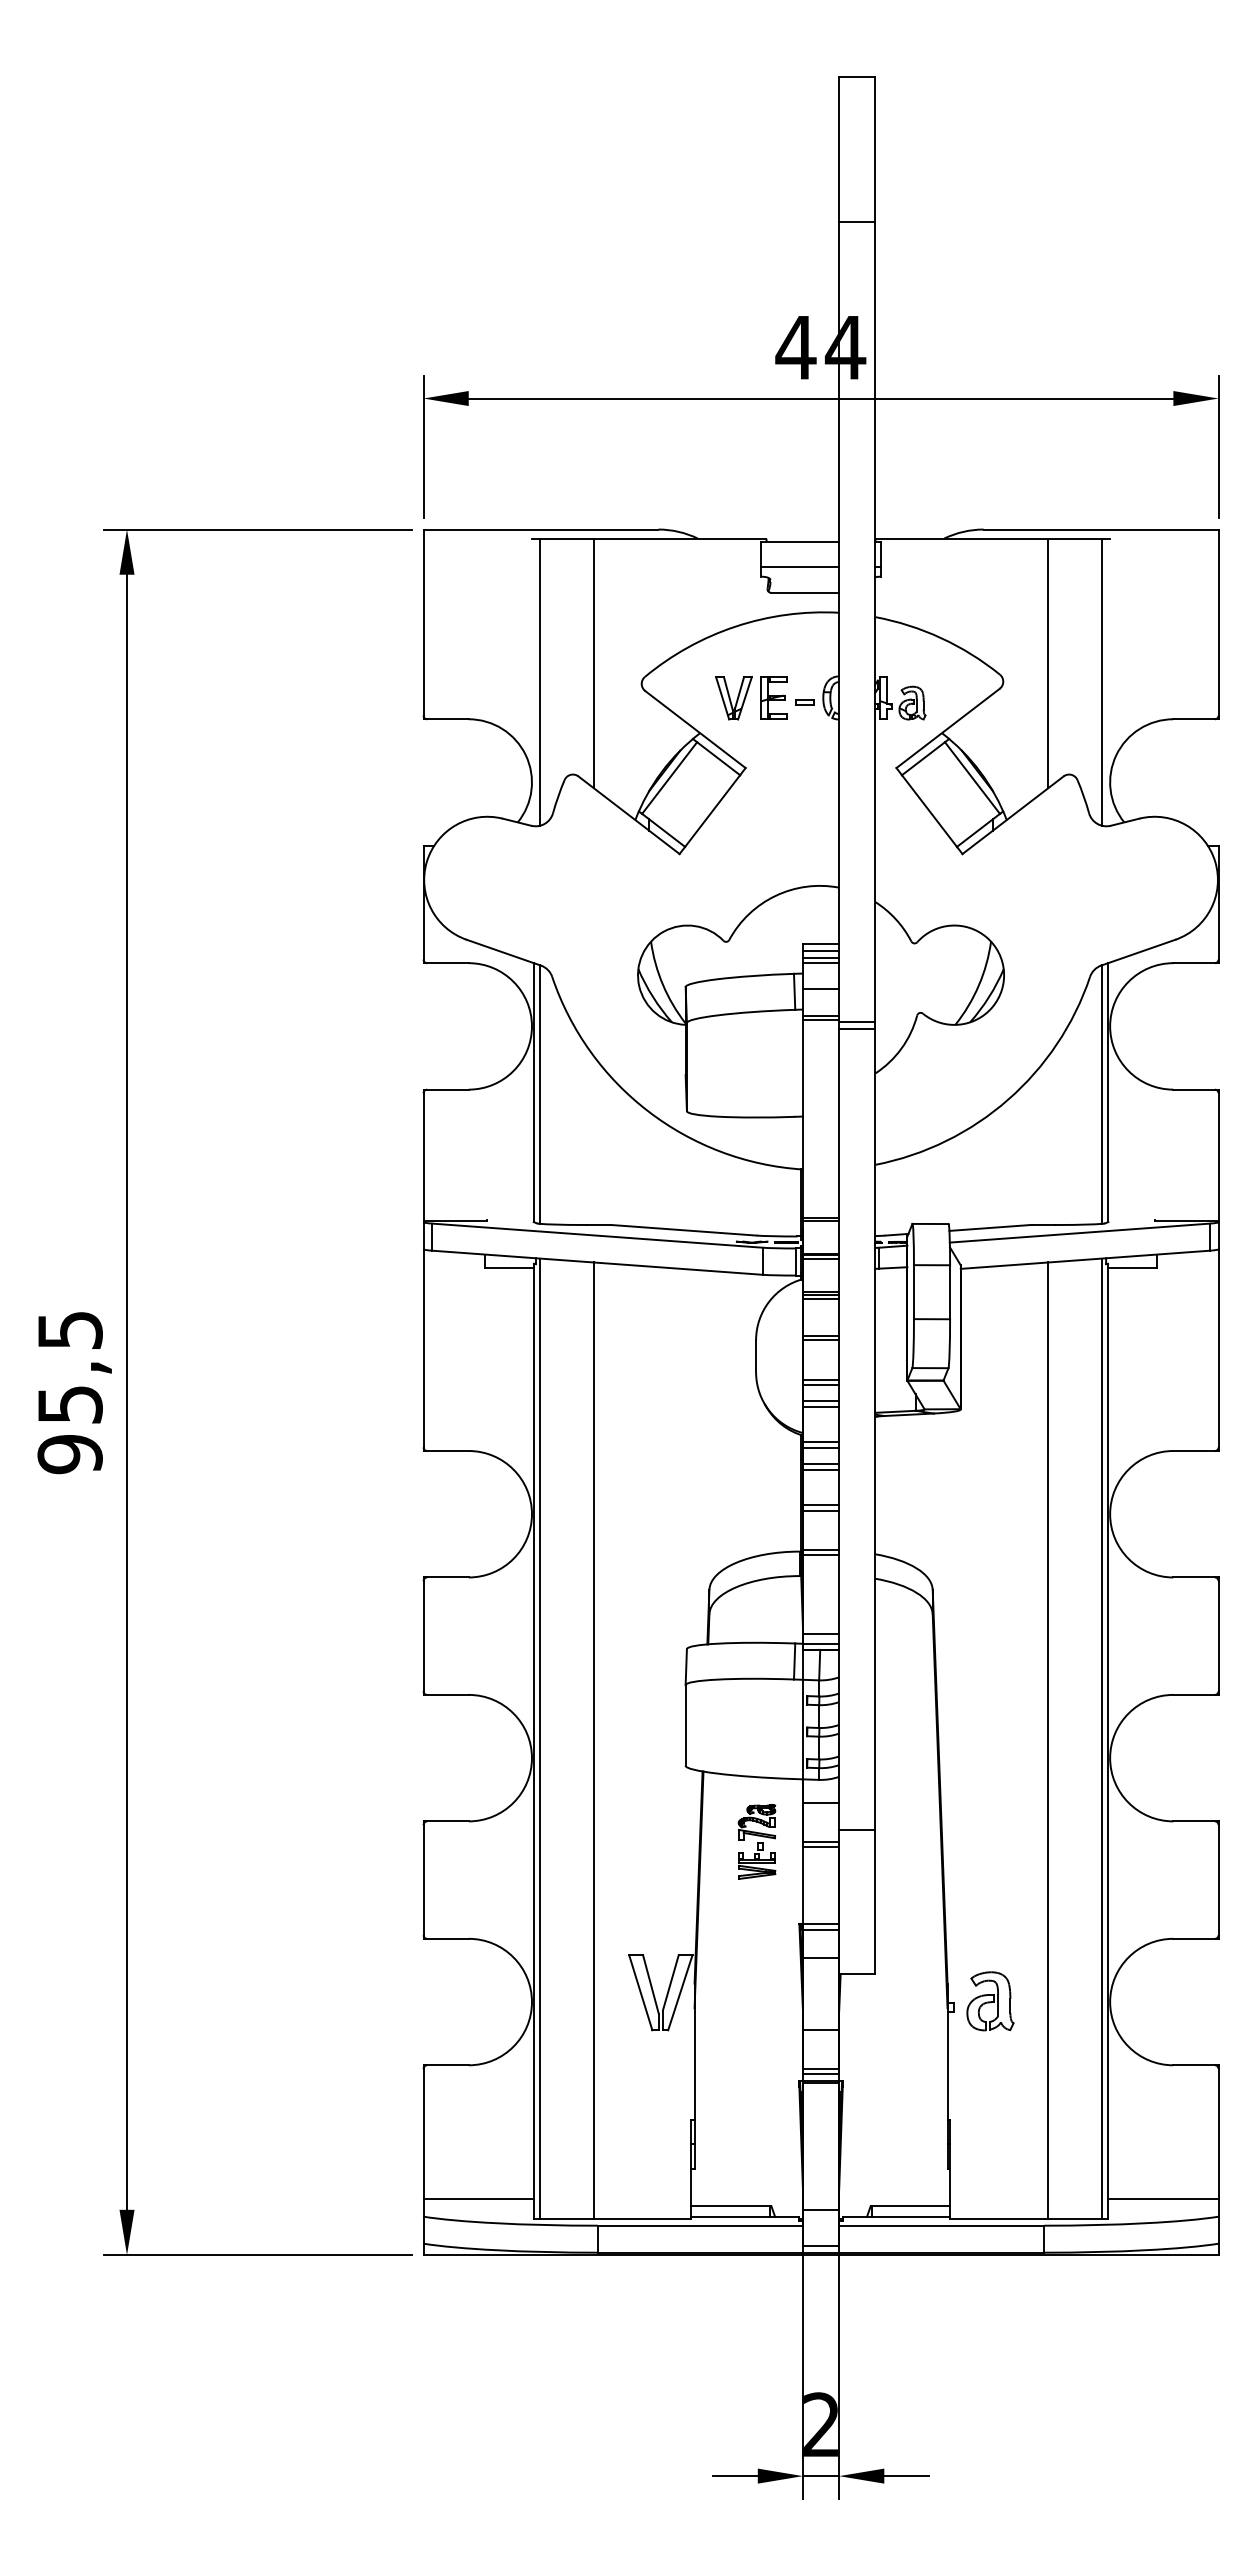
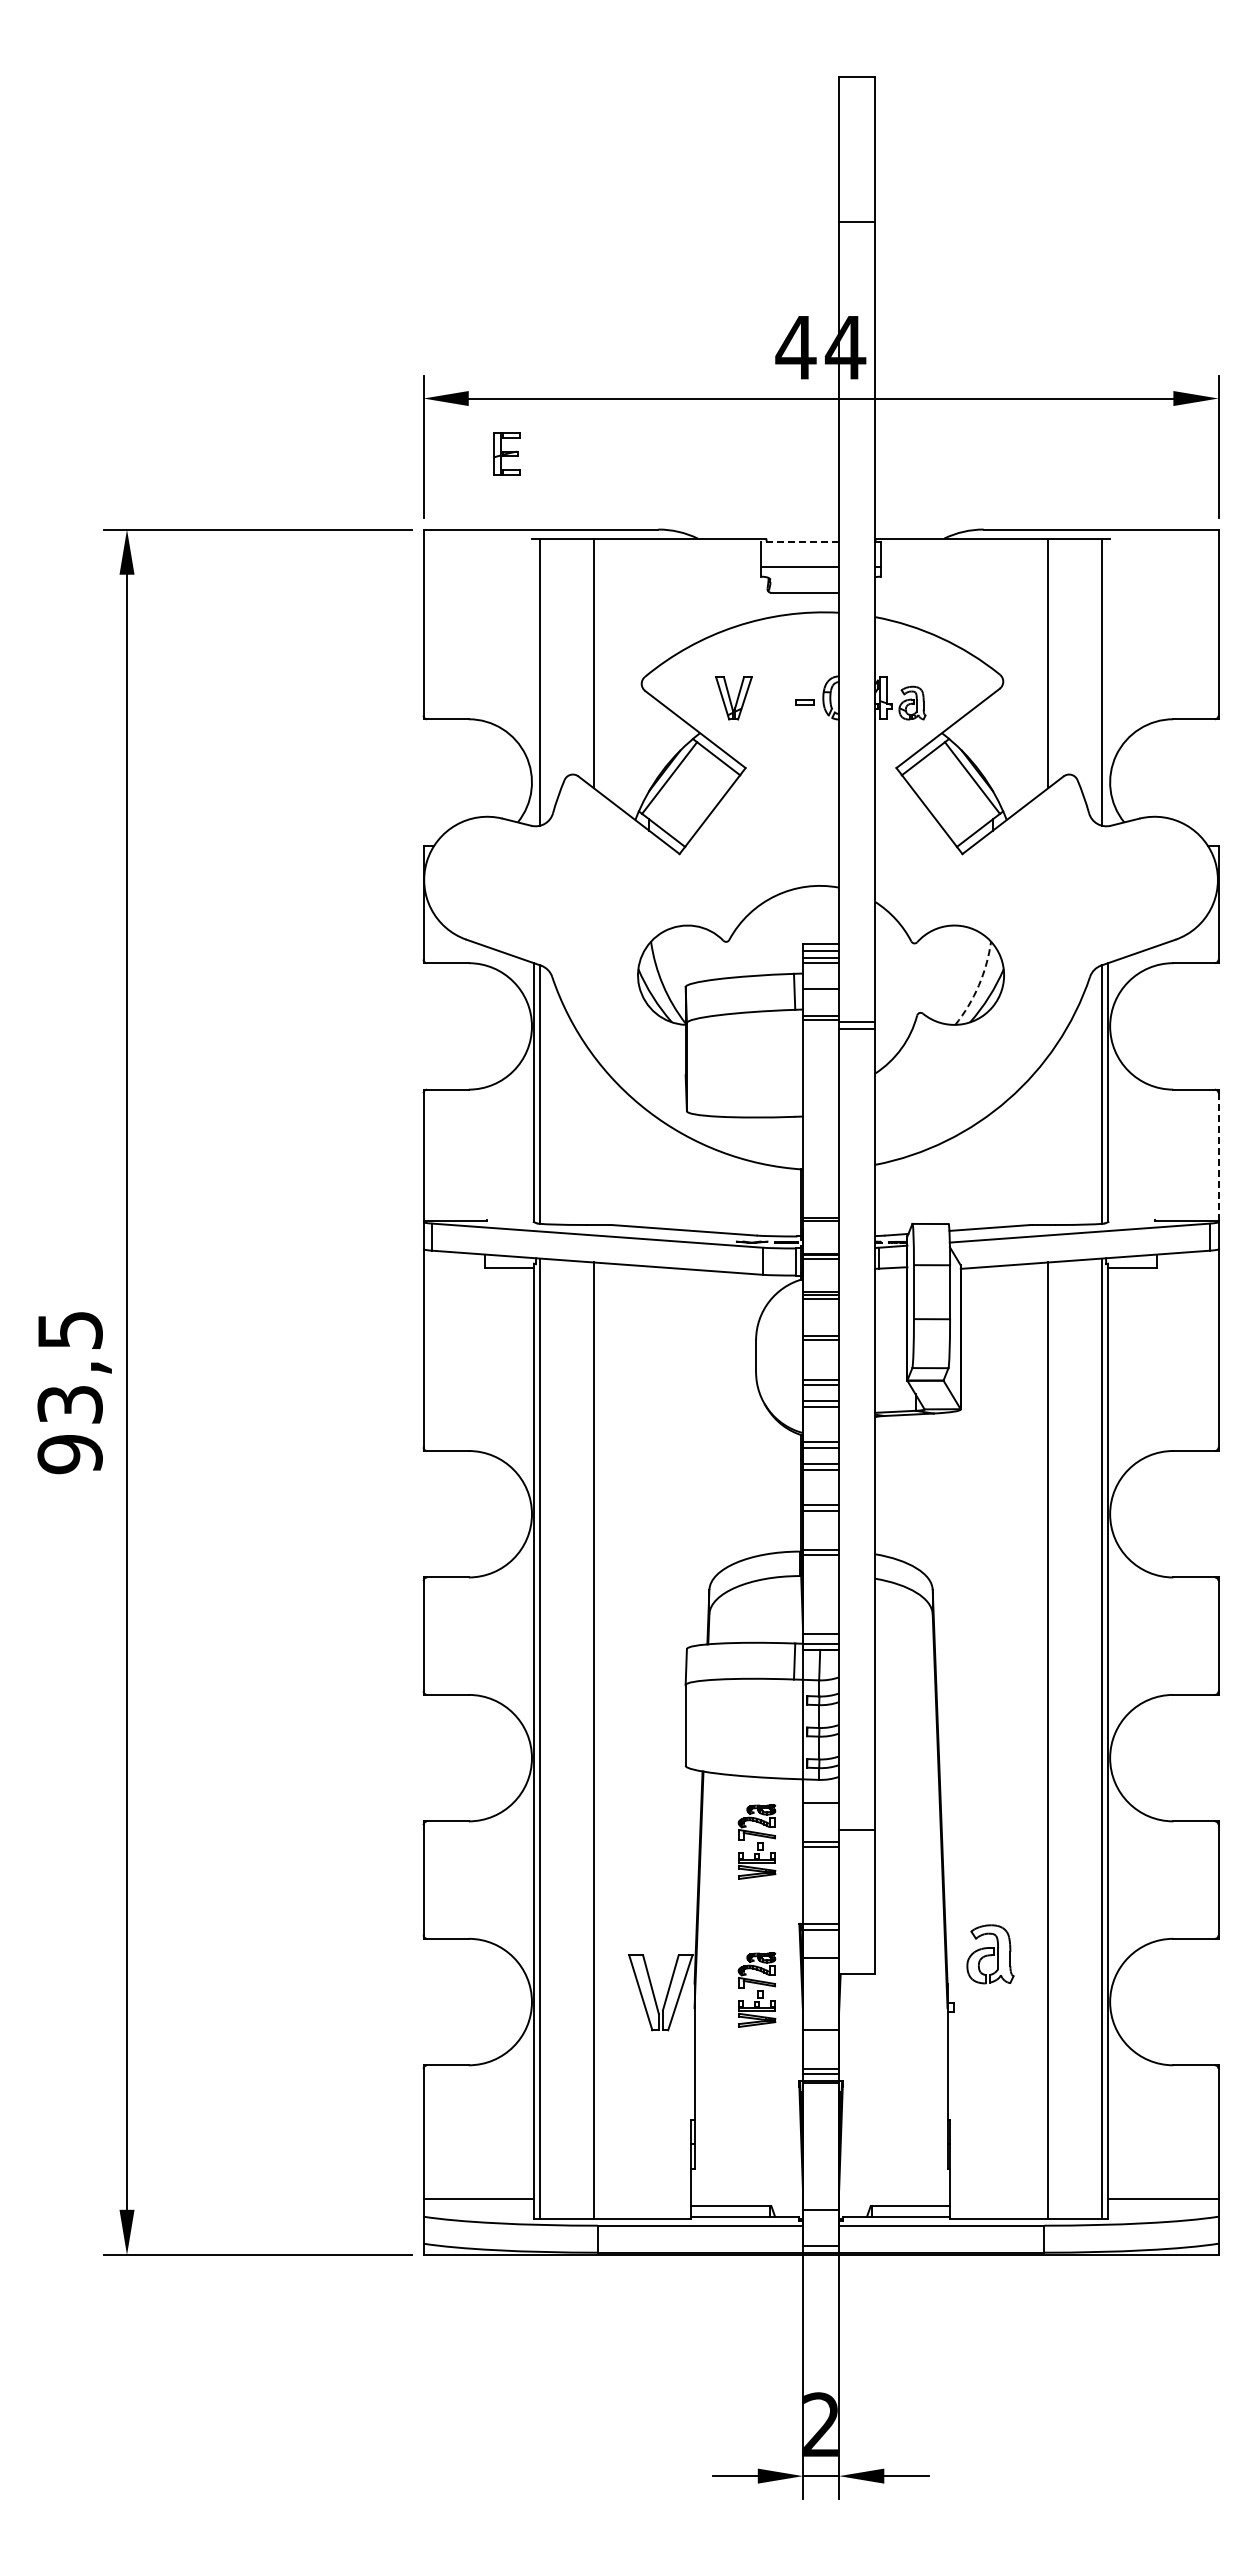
line at (800, 541): solid -> dashed
part at (773, 697) position: (773, 697) -> (506, 453)
arc at (978, 985): solid -> dashed
line at (1218, 1157): solid -> dashed
text at (69, 1404): 95,5 -> 93,5
part at (756, 1989): none -> present
part at (990, 2001) position: (990, 2001) -> (990, 1954)
